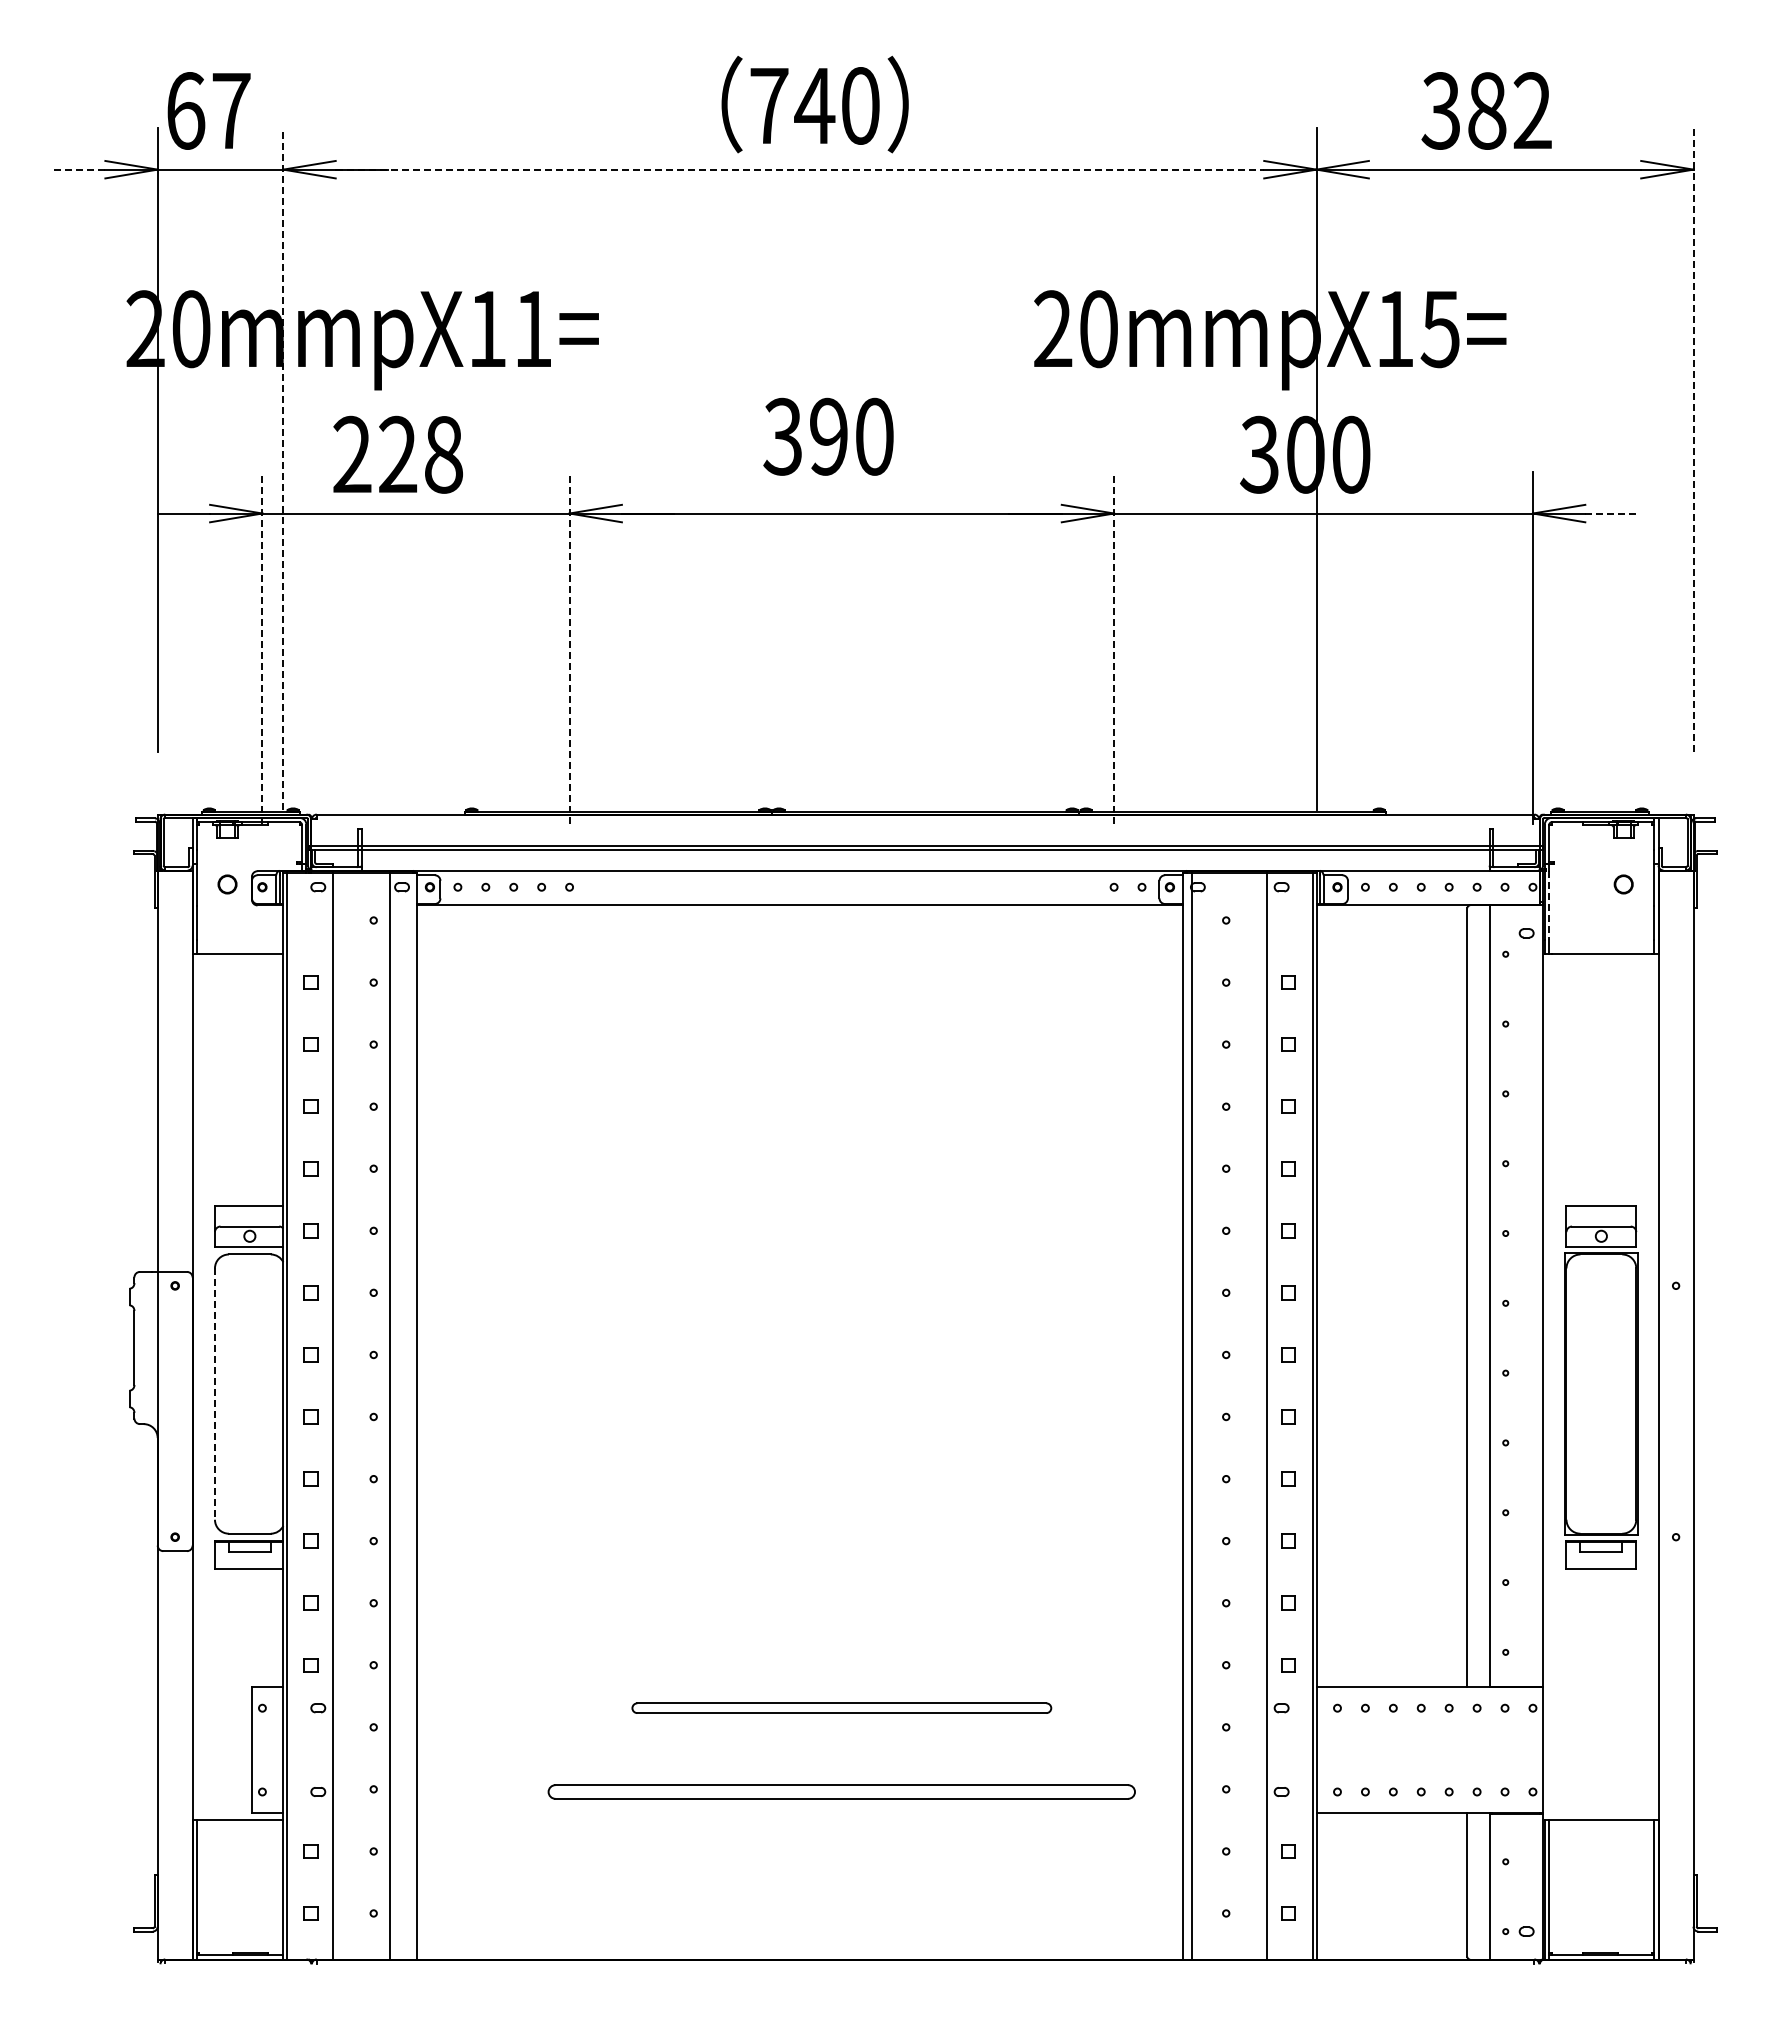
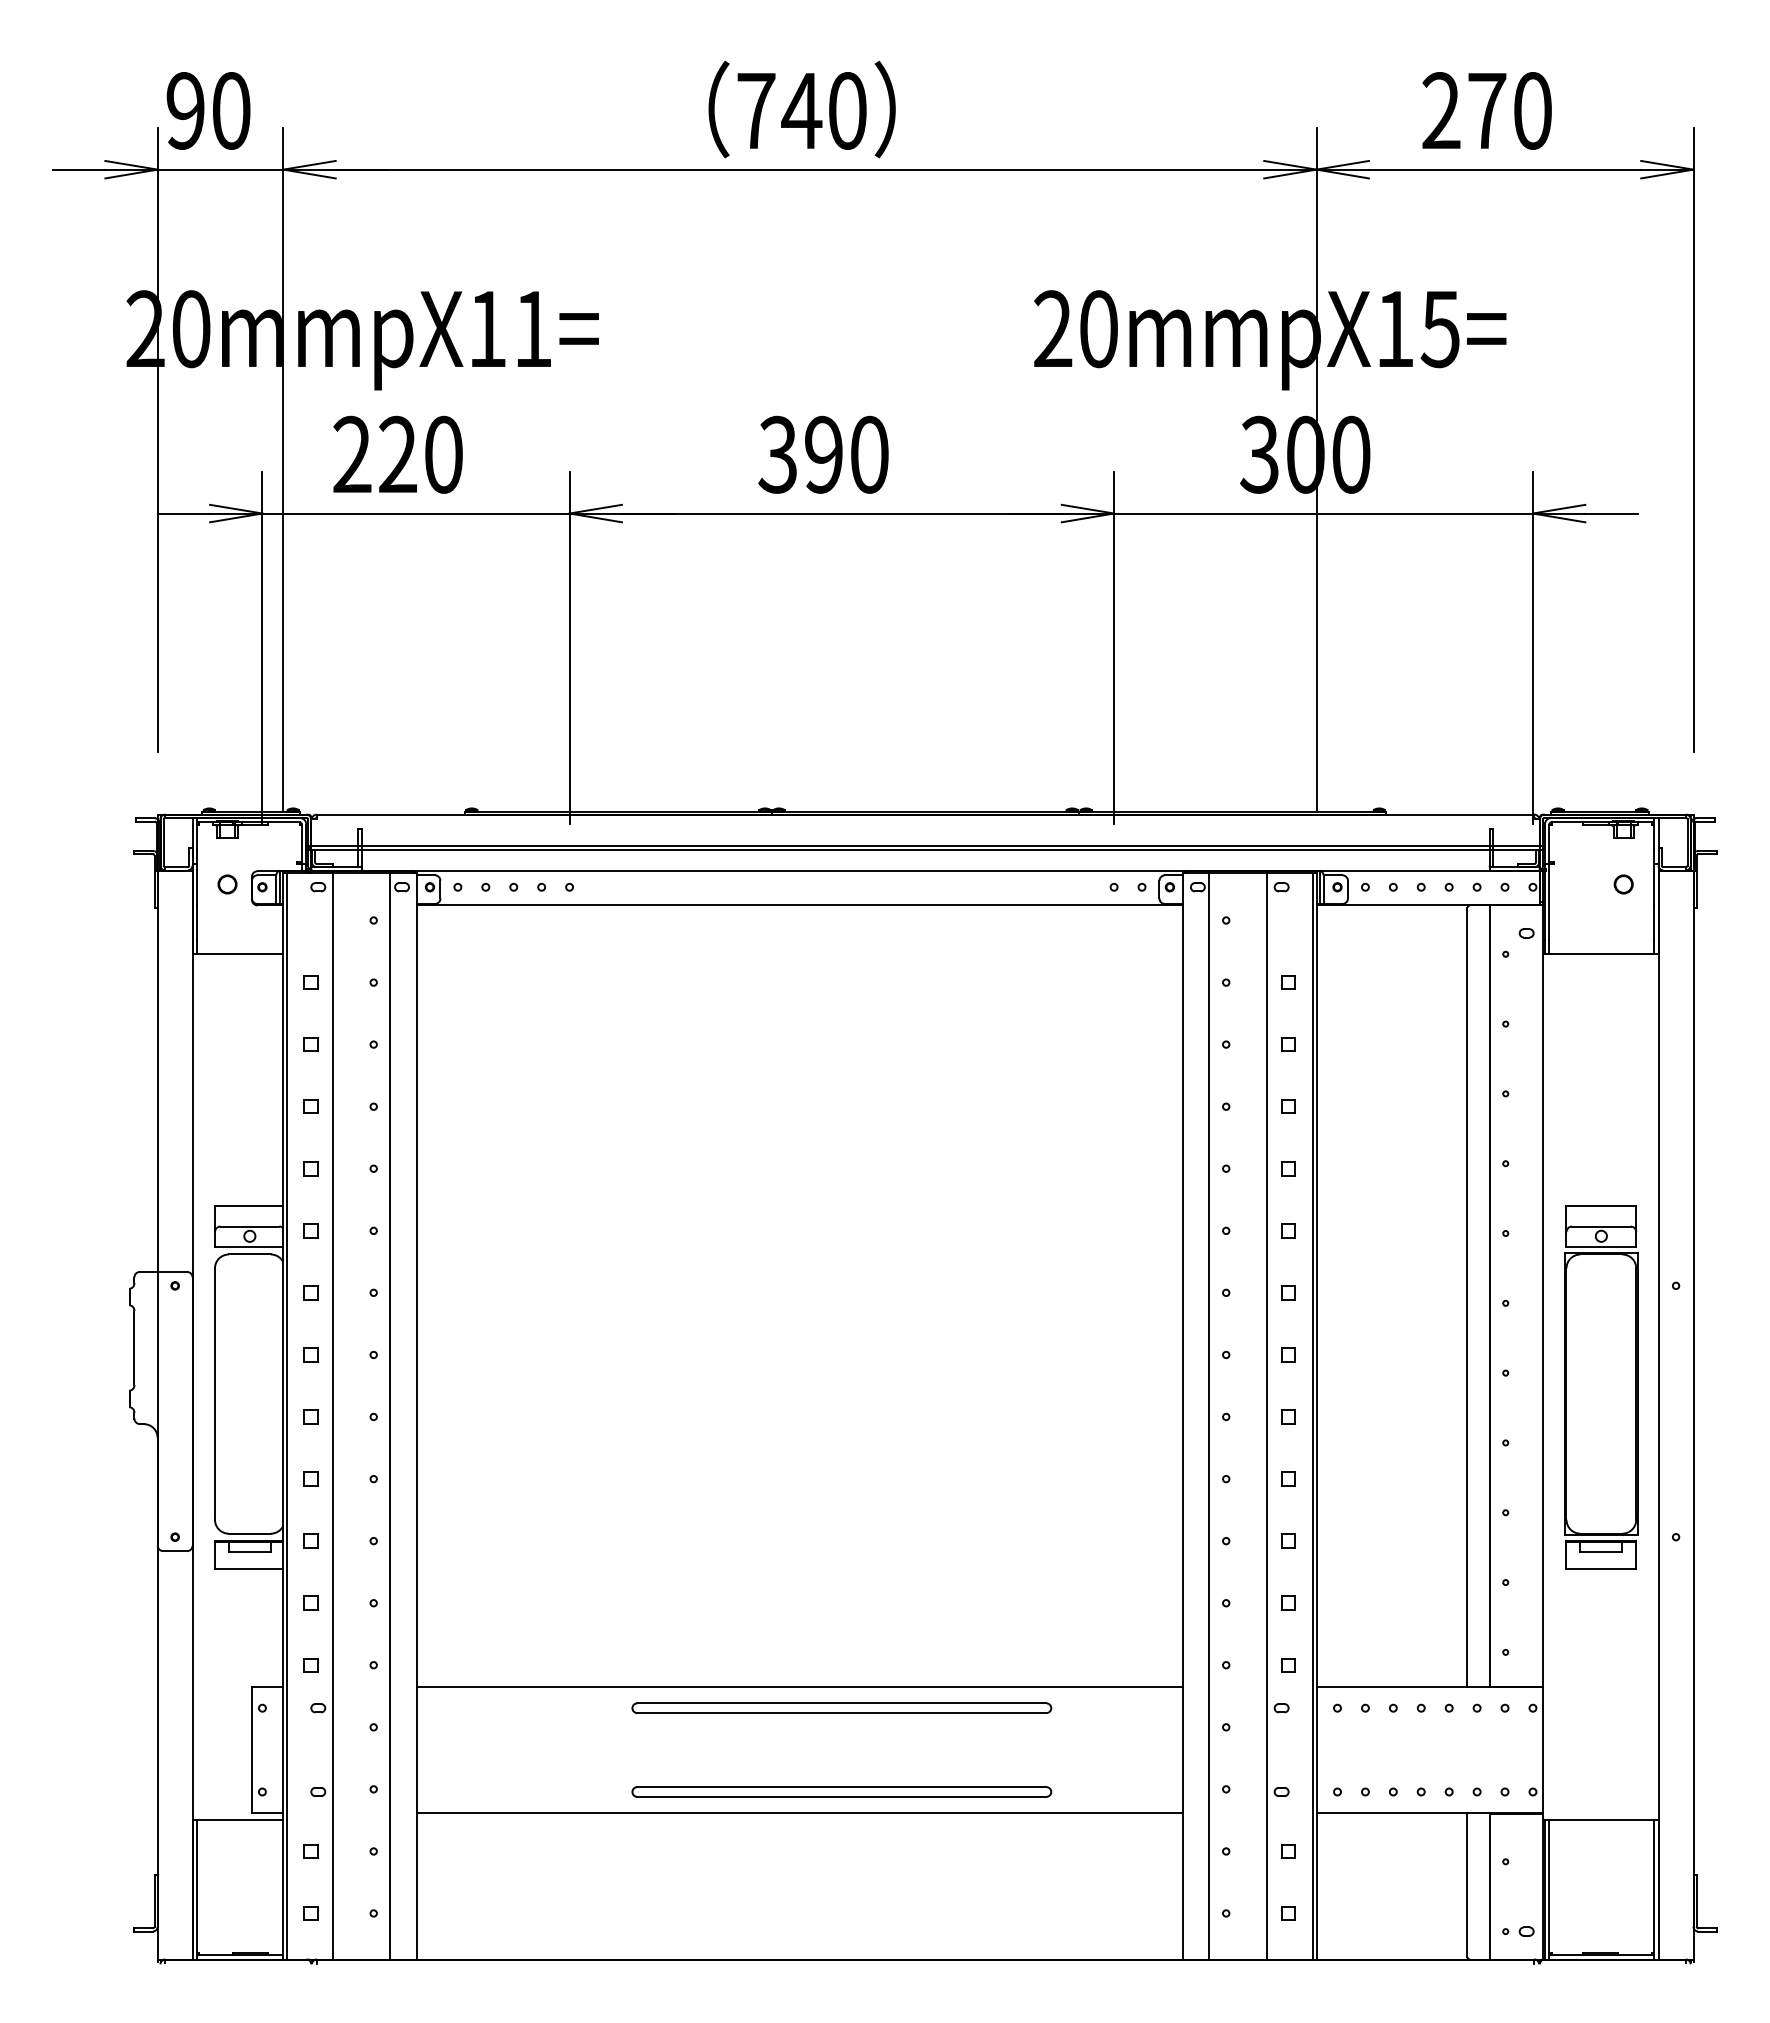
text at (814, 104) position: (814, 104) -> (801, 109)
text at (208, 110): 67 -> 90
text at (1486, 110): 382 -> 270
line at (78, 169): dashed -> solid
line at (800, 169): dashed -> solid
text at (828, 436) position: (828, 436) -> (823, 454)
line at (1693, 439): dashed -> solid
text at (443, 454): 228 -> 220
line at (283, 468): dashed -> solid
line at (1611, 513): dashed -> solid
line at (262, 647): dashed -> solid
line at (569, 647): dashed -> solid
line at (1114, 647): dashed -> solid
line at (1549, 905): dashed -> solid
line at (214, 1394): dashed -> solid
line at (1192, 1416) position: (1192, 1416) -> (1209, 1416)
line at (799, 1687): none -> present
part at (841, 1791) size: 589x16 px -> 422x12 px
line at (799, 1812): none -> present
